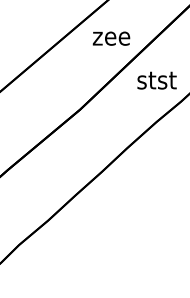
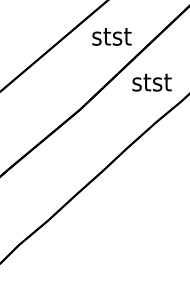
text at (111, 36): zee -> stst
text at (156, 80) position: (156, 80) -> (151, 82)
